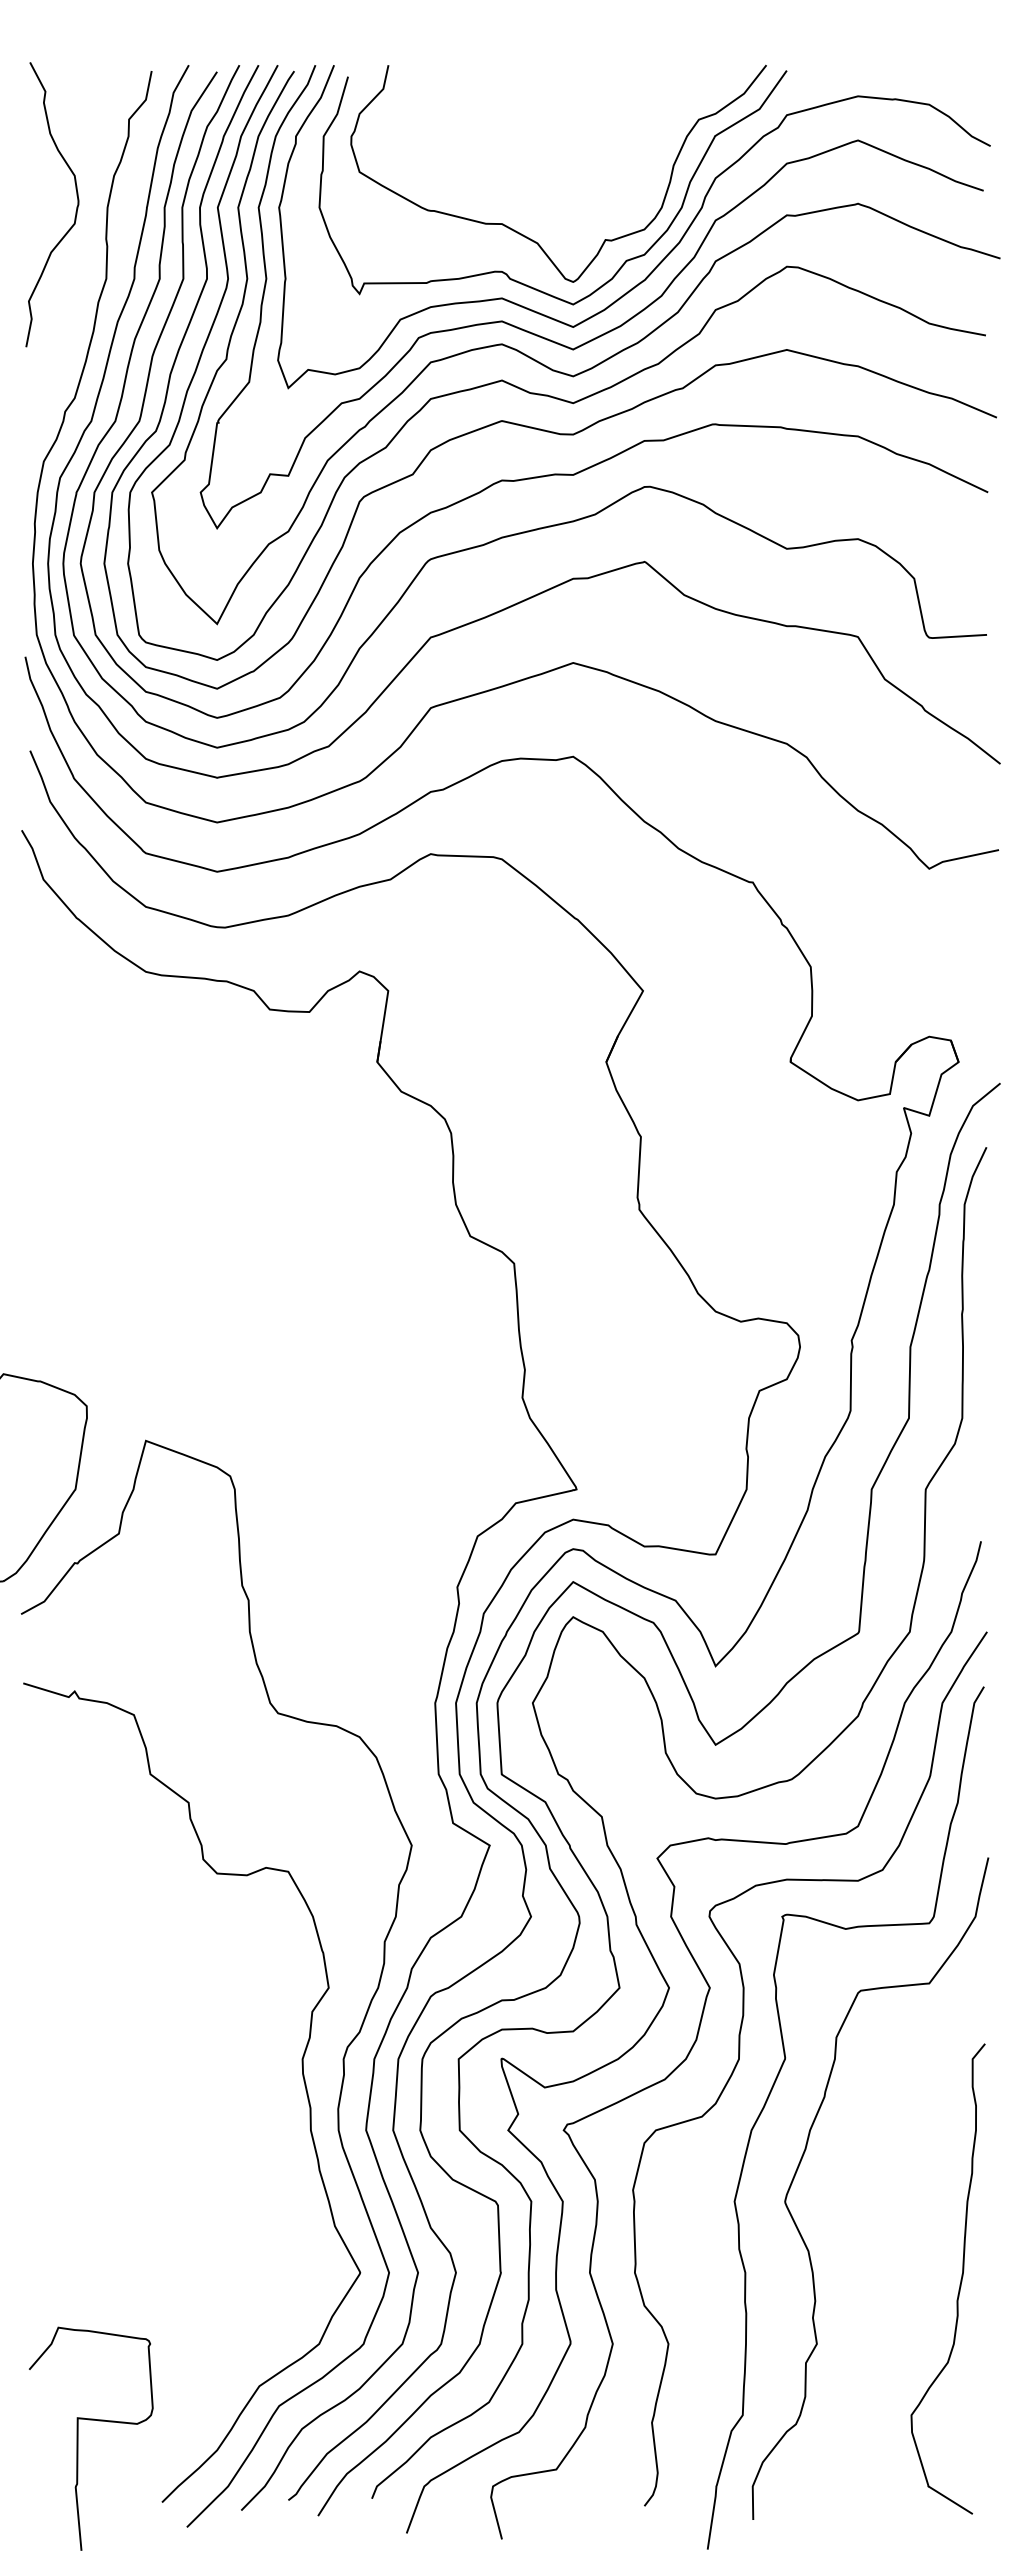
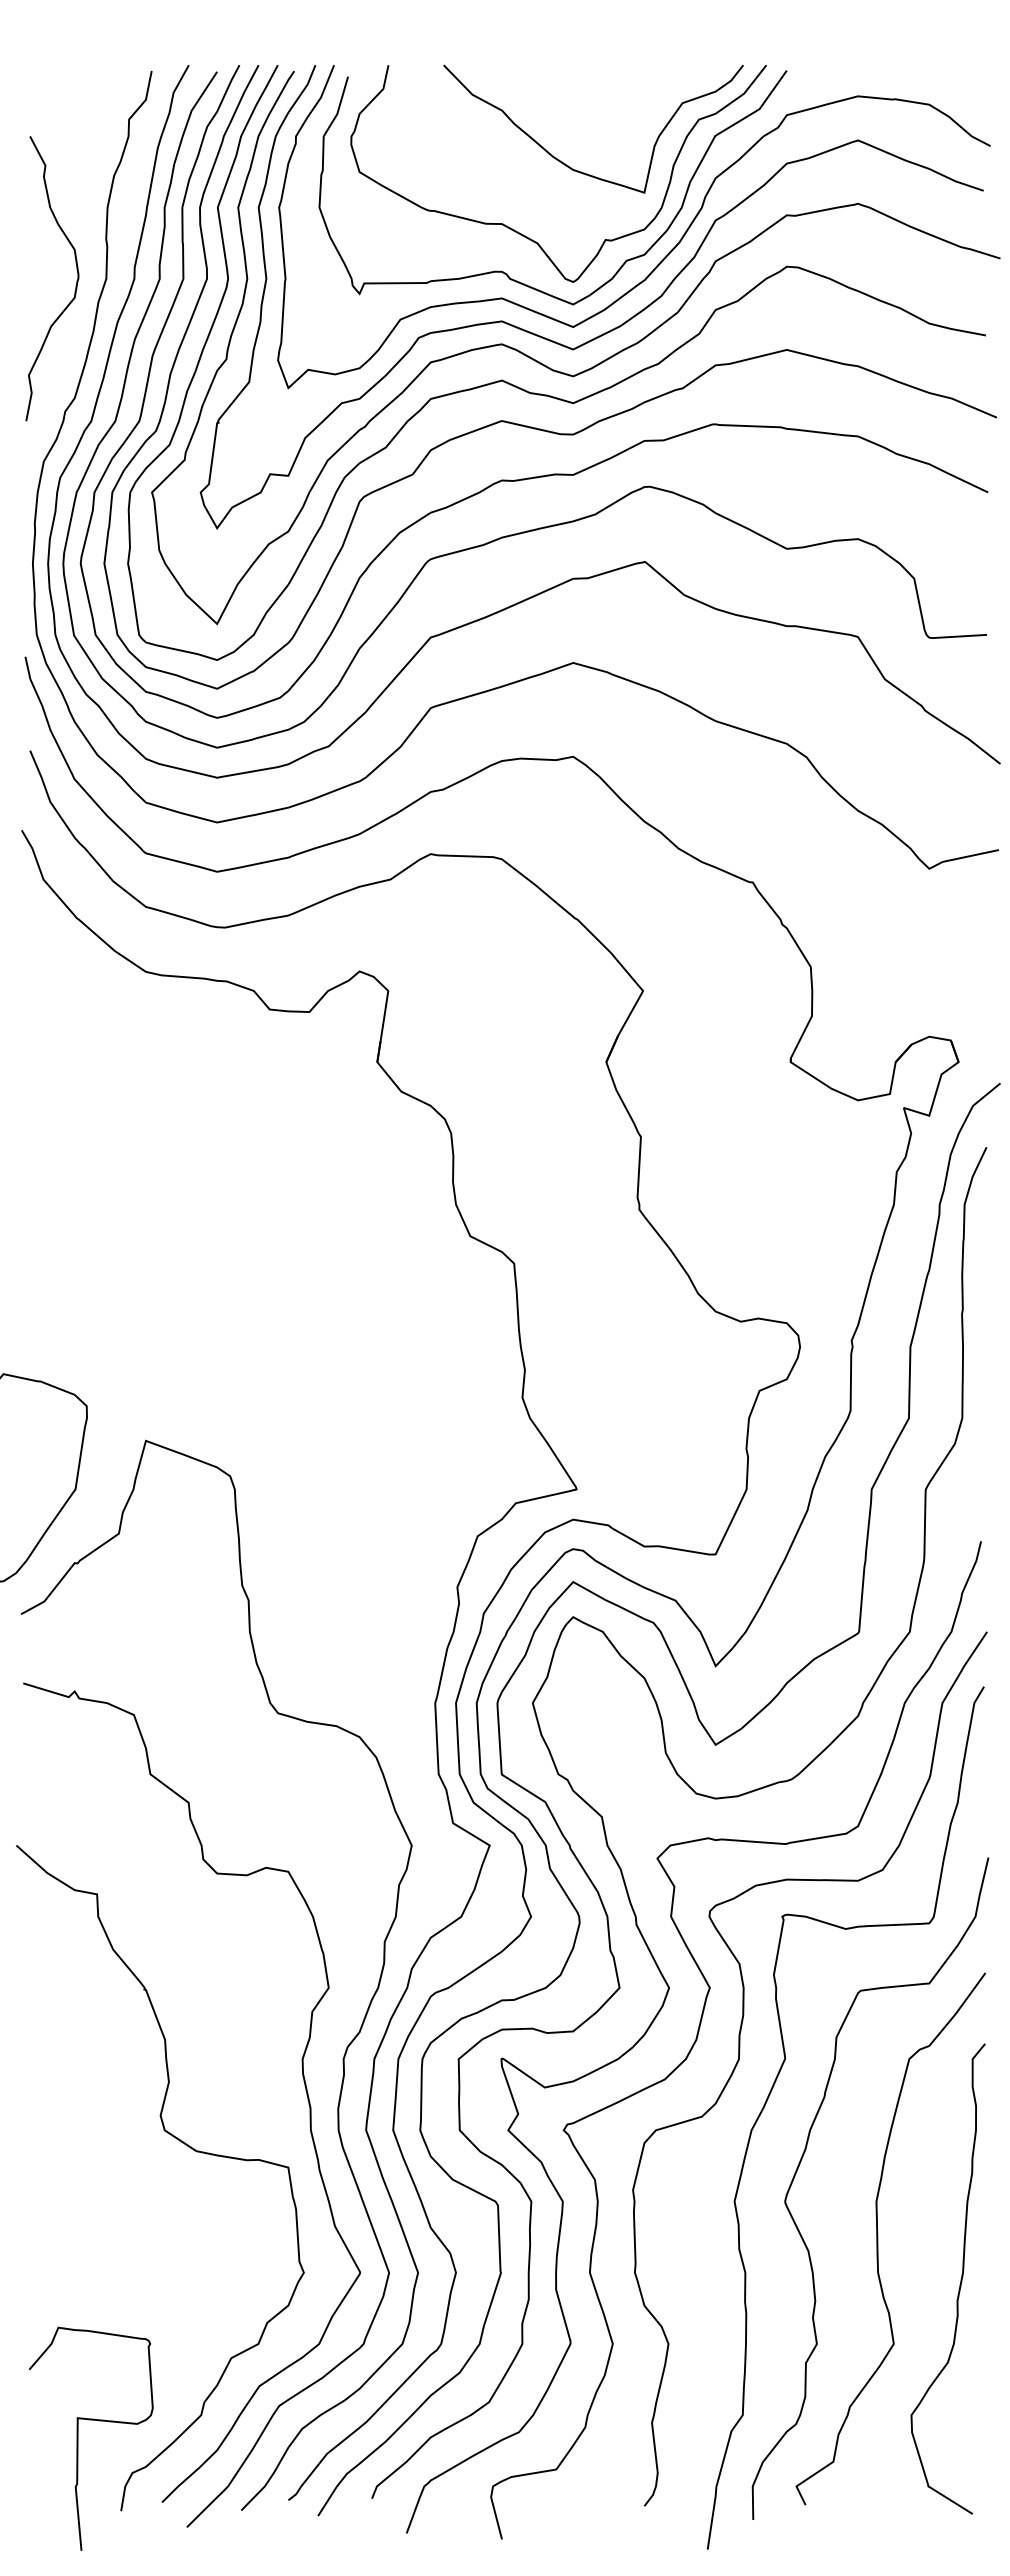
curve at (578, 170): none -> present
curve at (75, 211) position: (75, 211) -> (75, 285)
curve at (182, 2143): none -> present
curve at (878, 2238): none -> present
